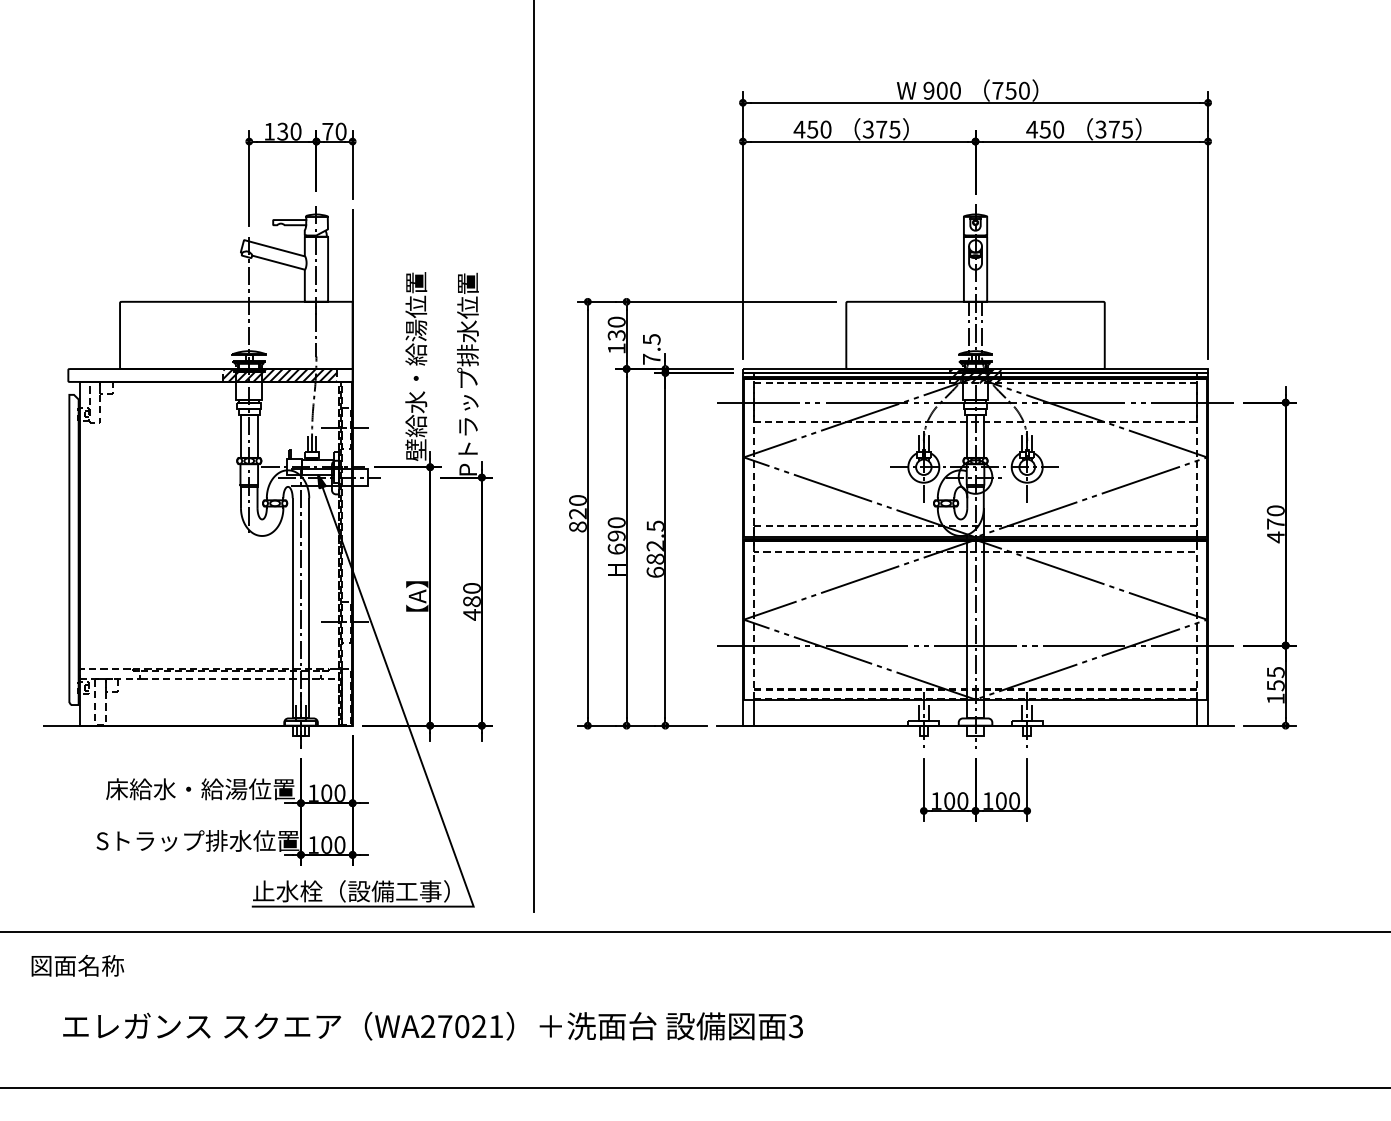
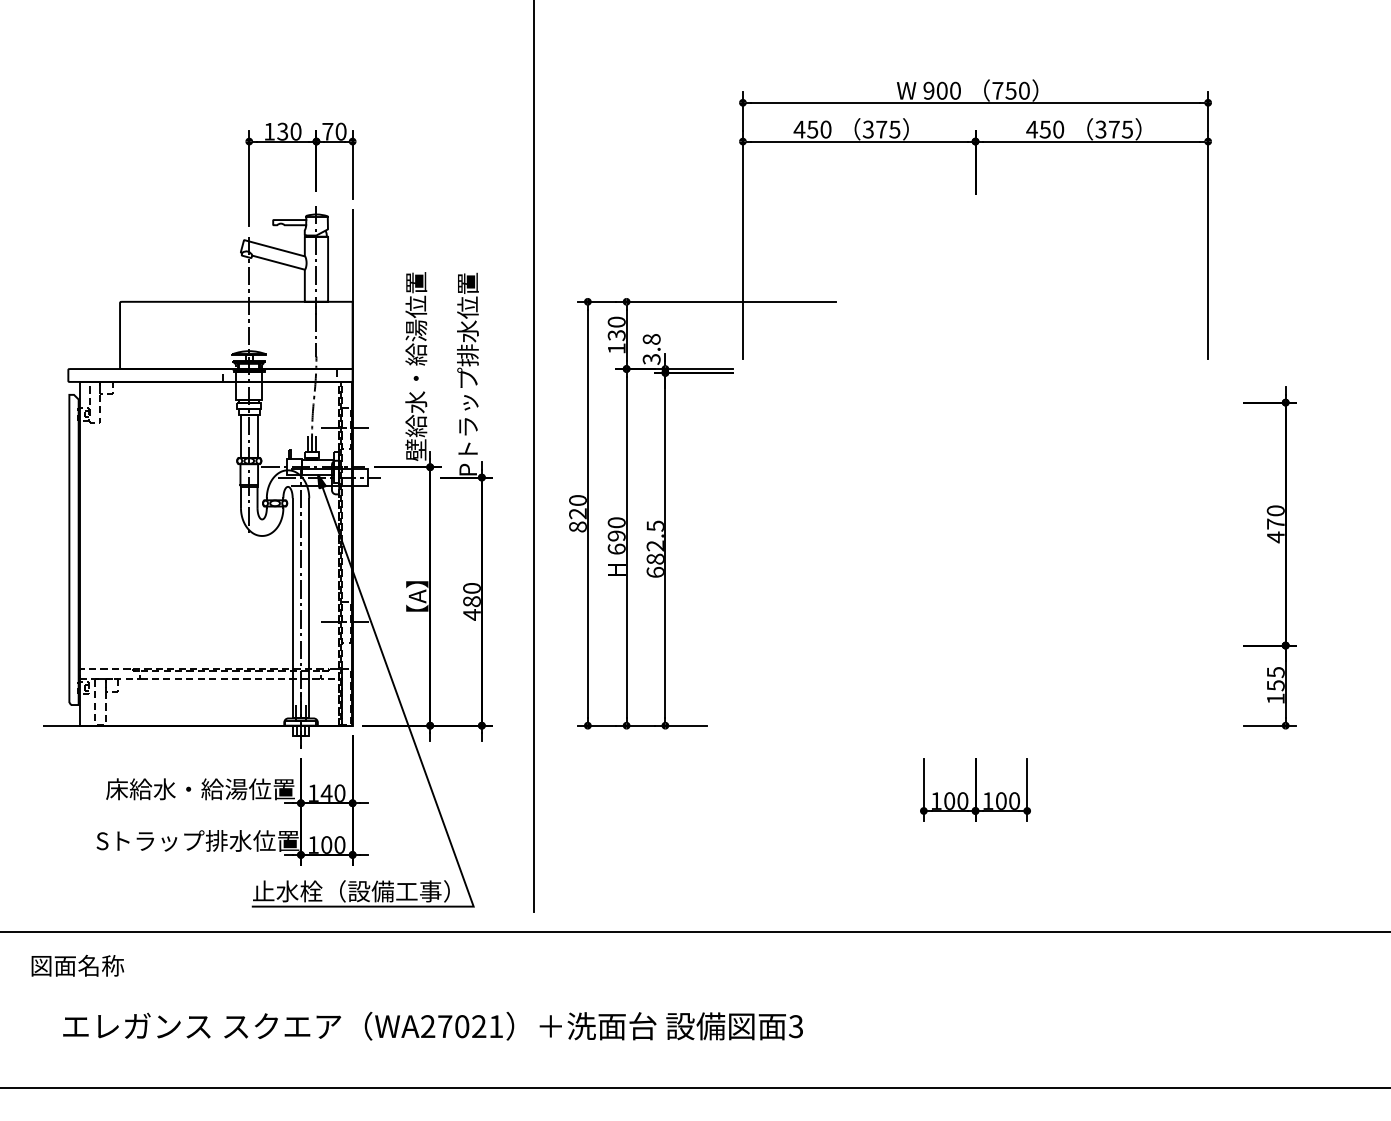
text at (651, 349): 7.5 -> 3.8
hatch at (280, 375): present -> none
part at (975, 476): present -> none
text at (326, 792): 100 -> 140
